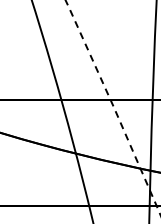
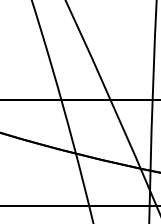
arc at (113, 106): dashed -> solid
